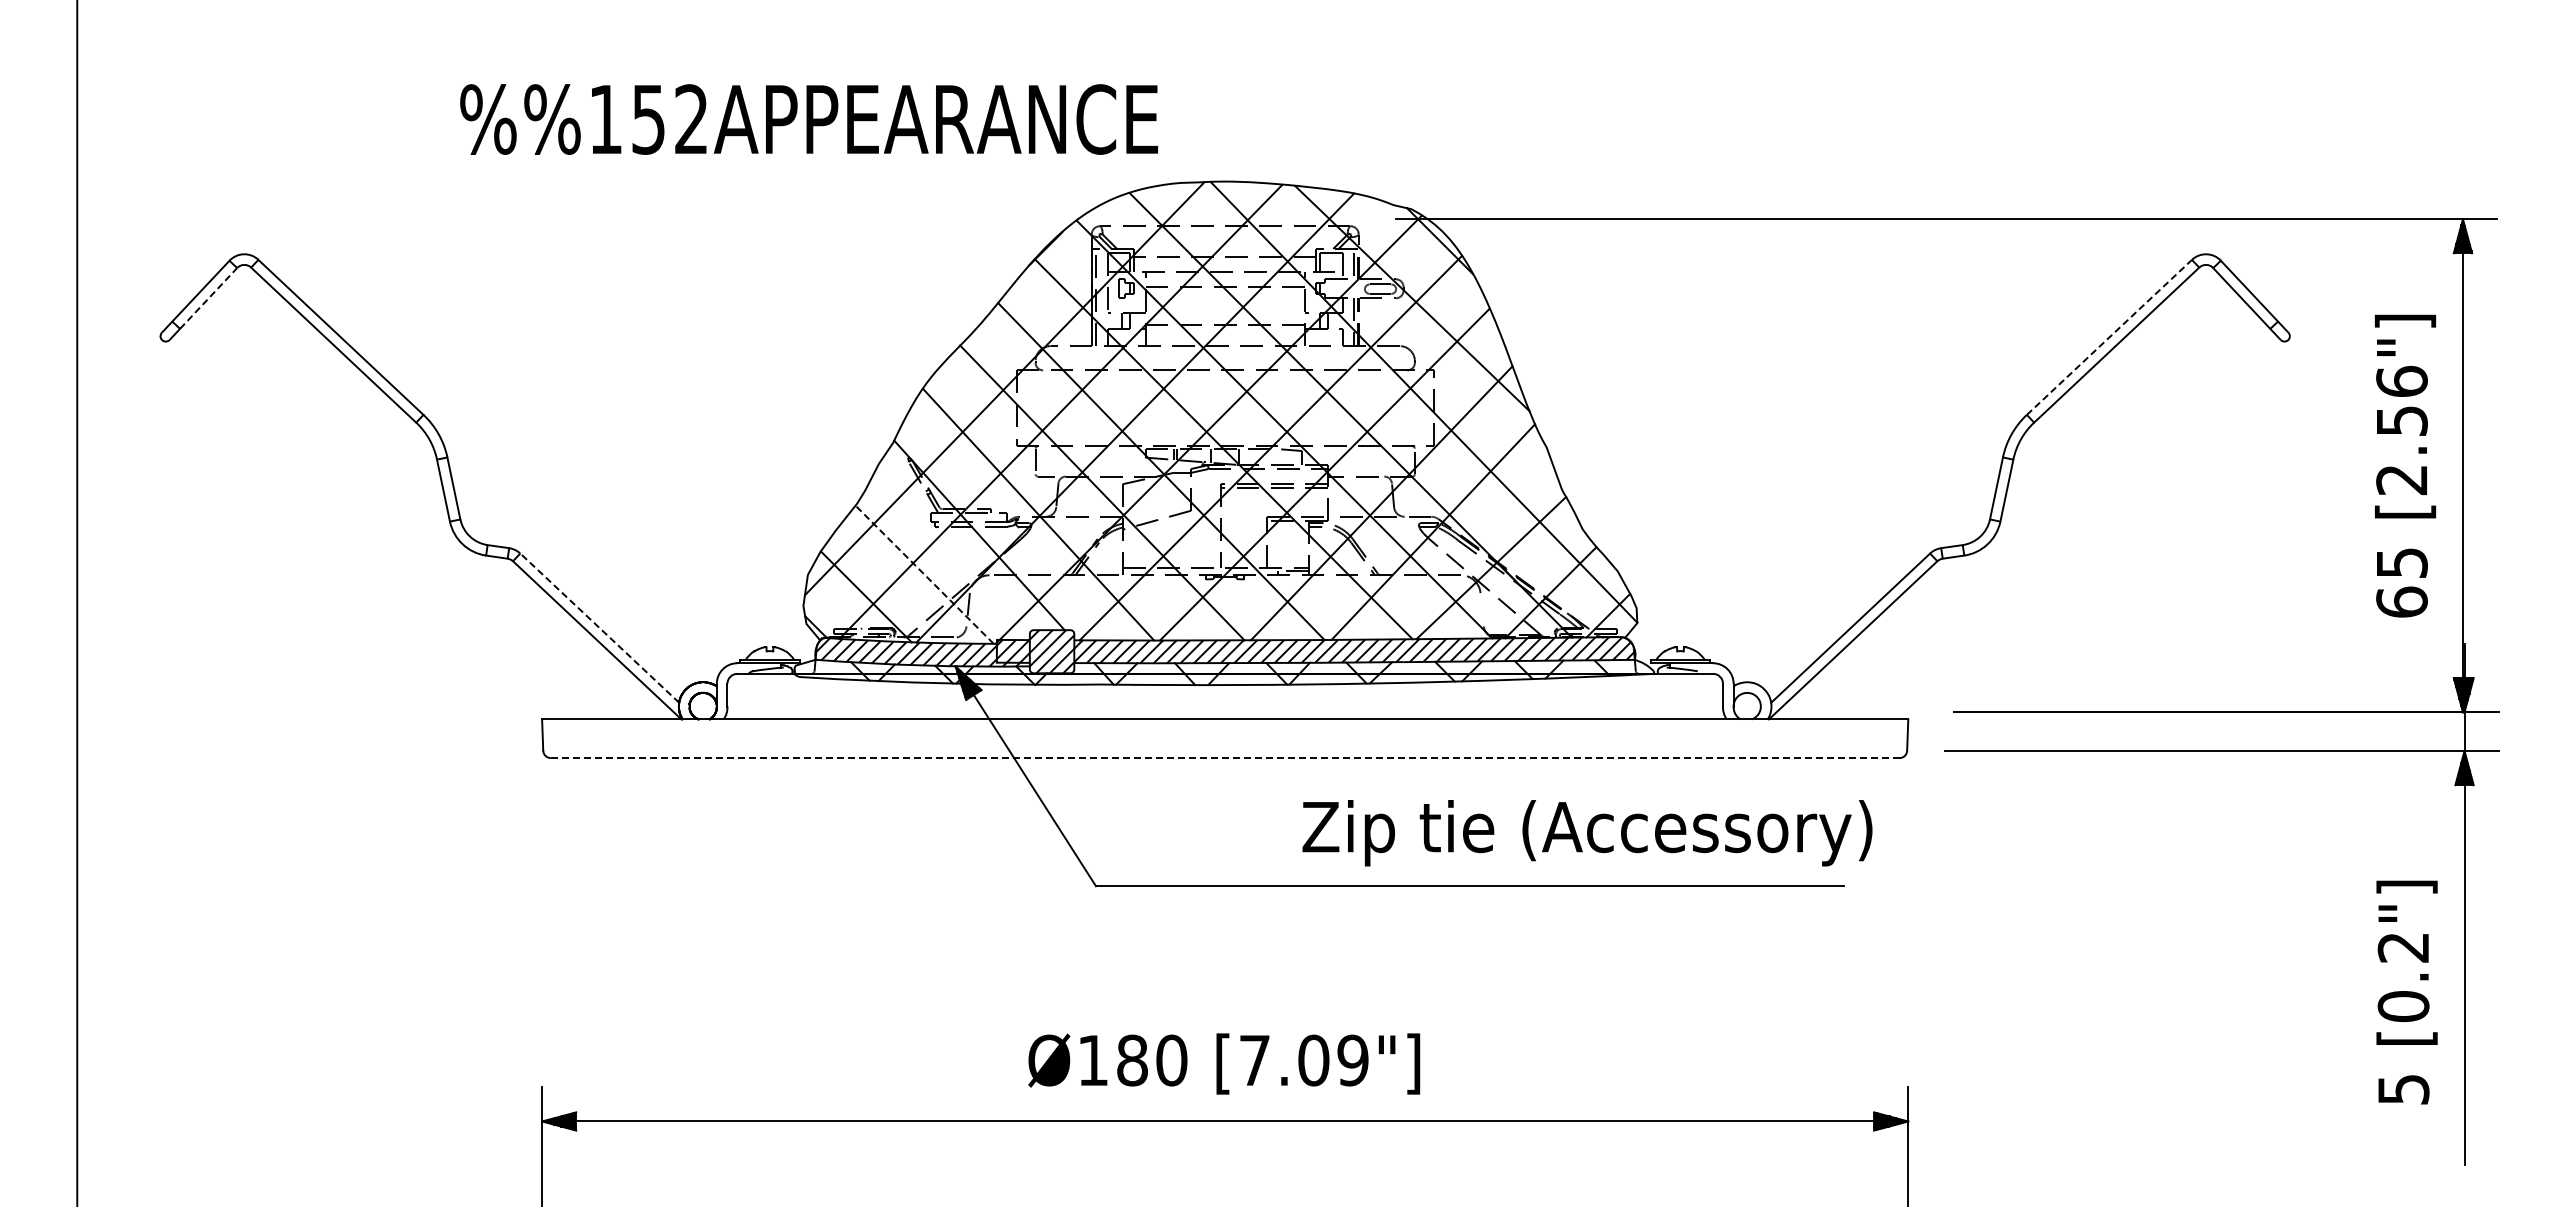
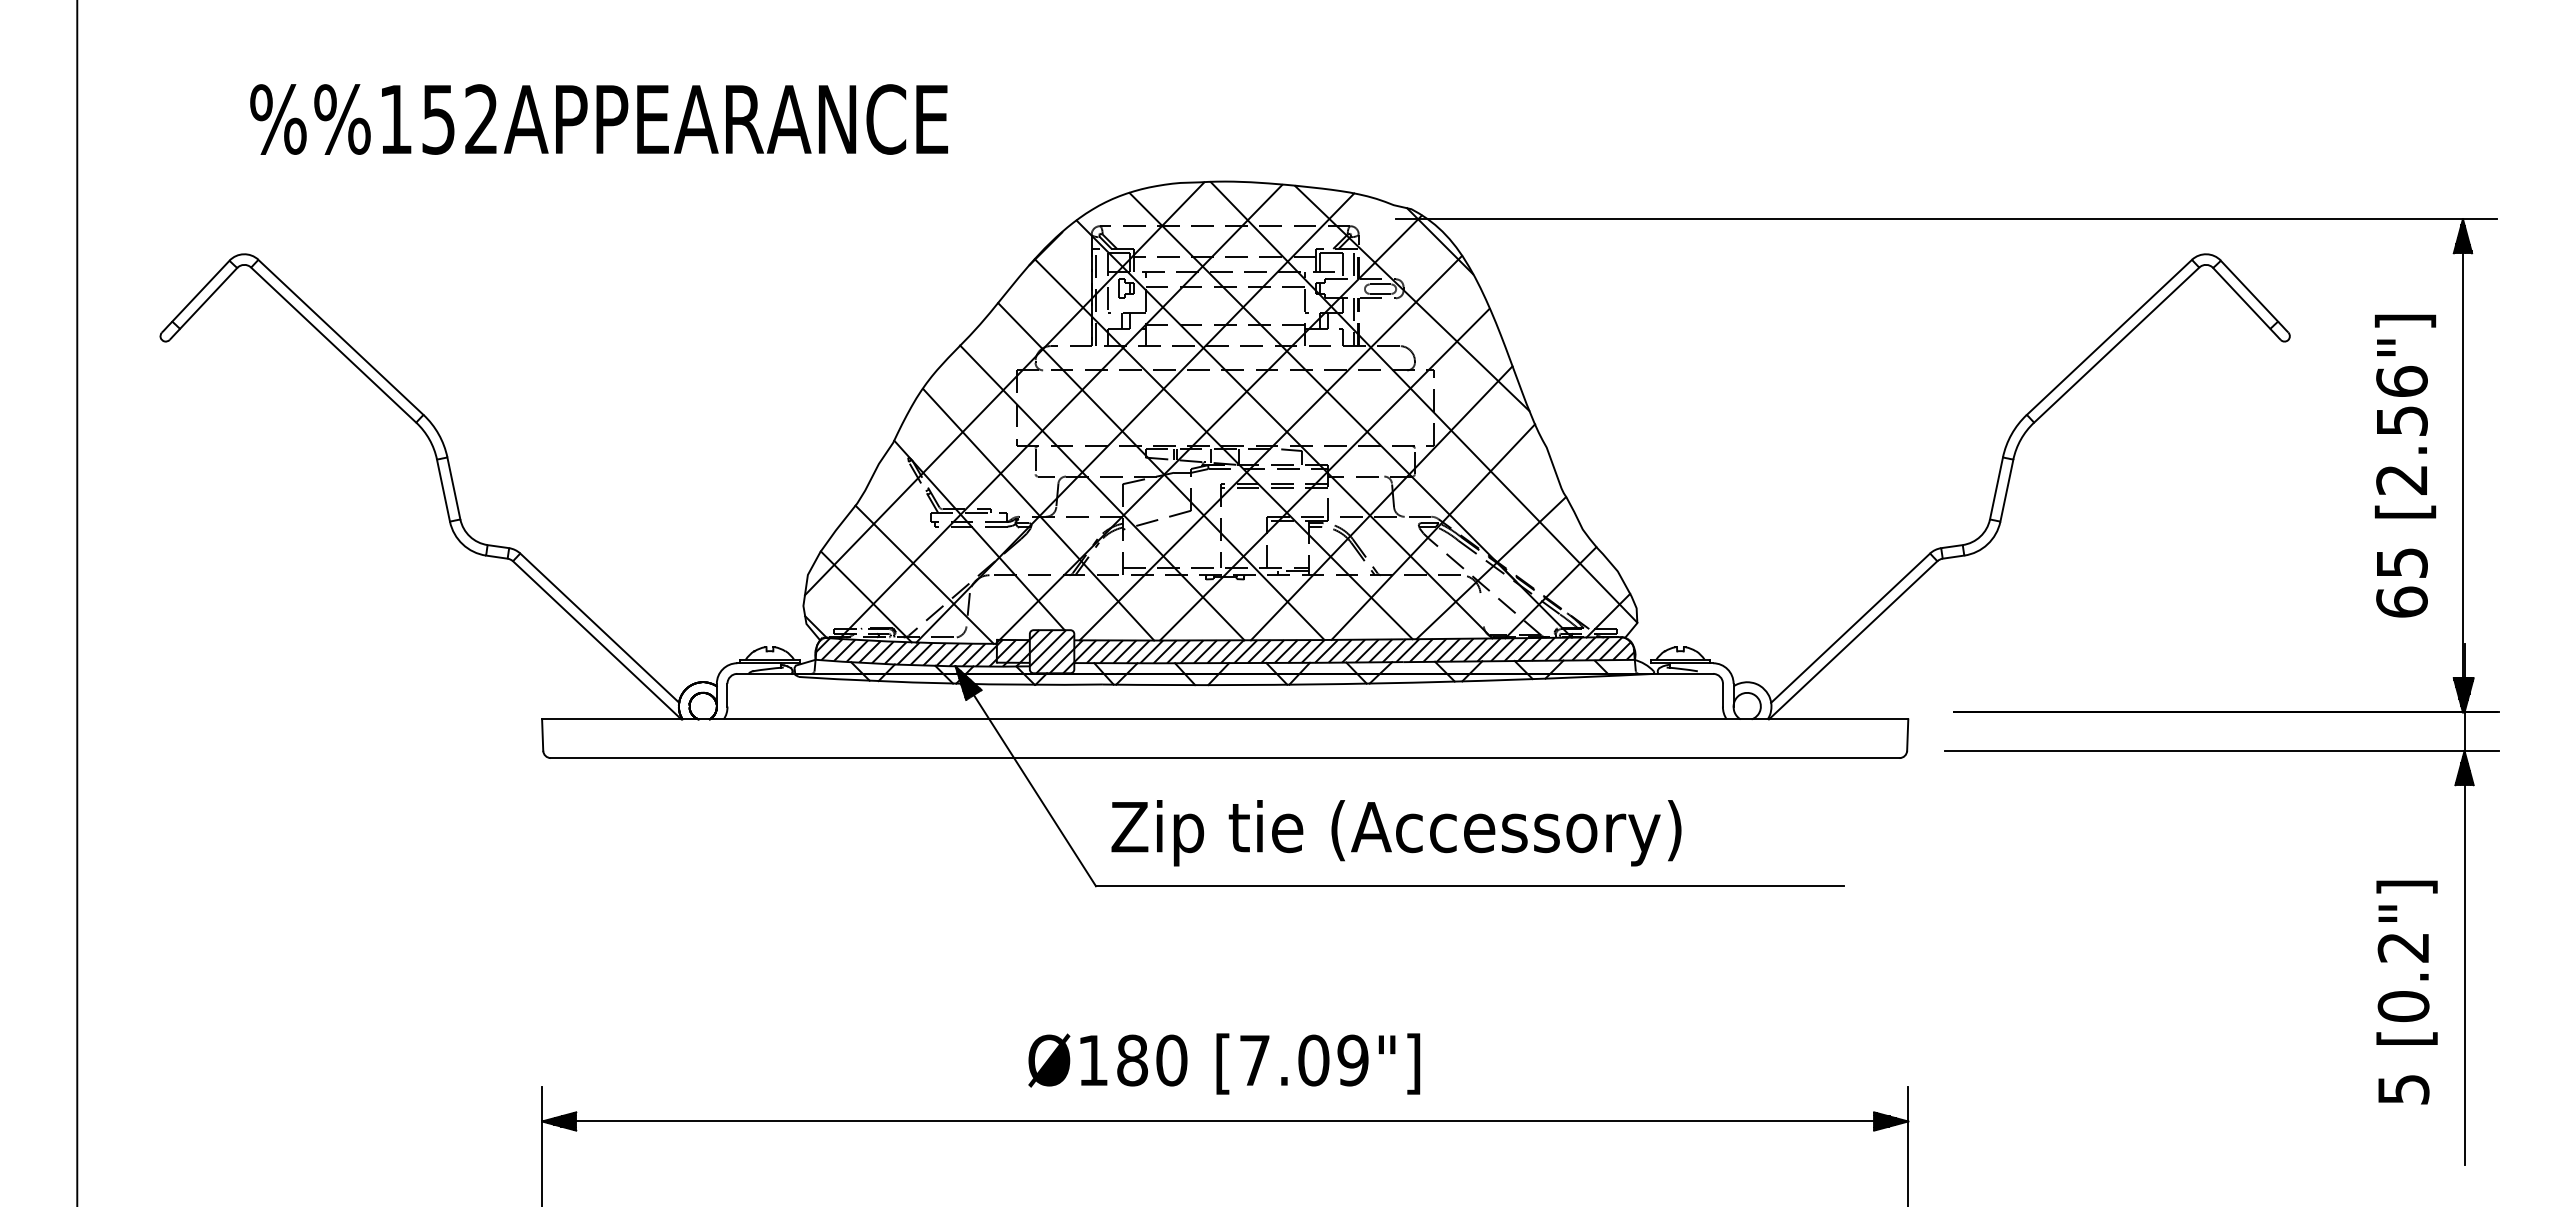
text at (808, 119) position: (808, 119) -> (598, 119)
line at (208, 298): dashed -> solid
line at (2109, 337): dashed -> solid
line at (924, 574): dashed -> solid
line at (599, 627): dashed -> solid
line at (1225, 758): dashed -> solid
text at (1587, 833) position: (1587, 833) -> (1396, 833)
